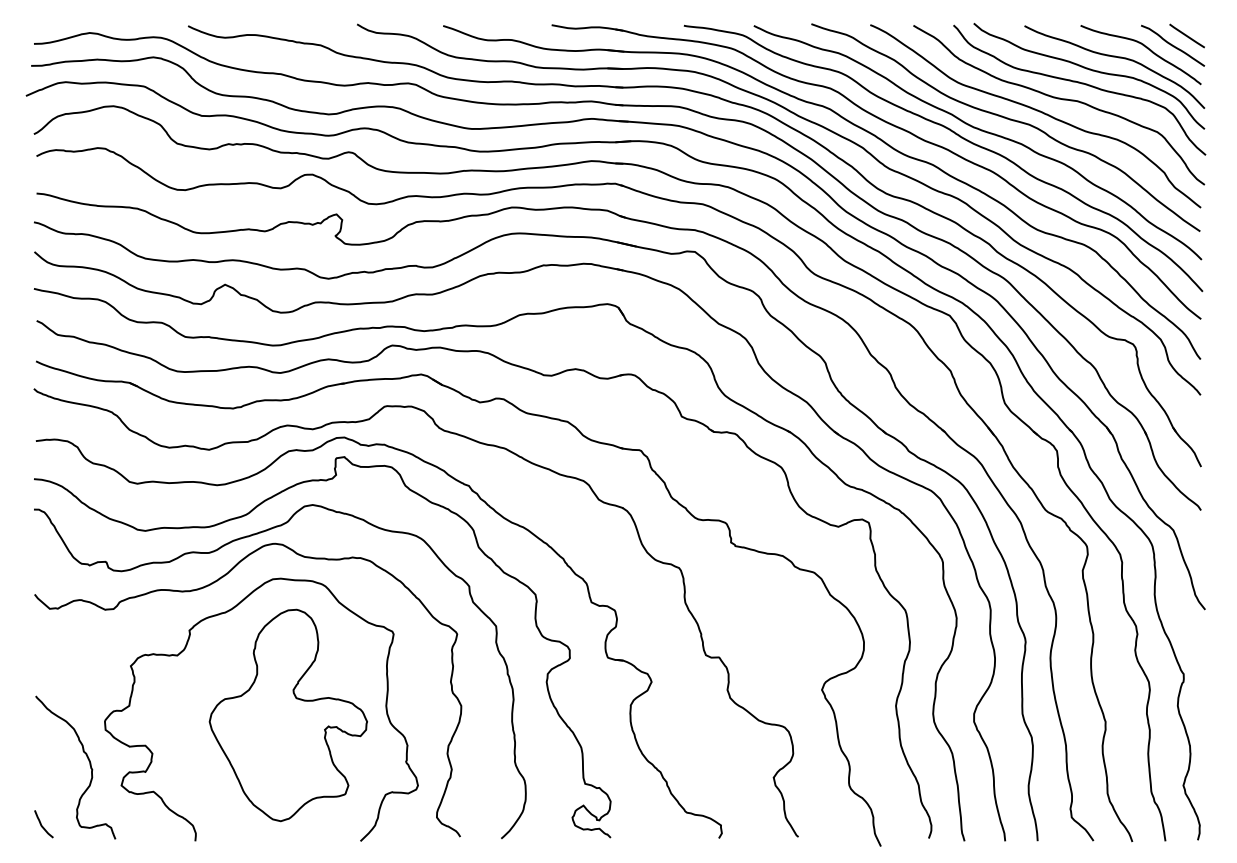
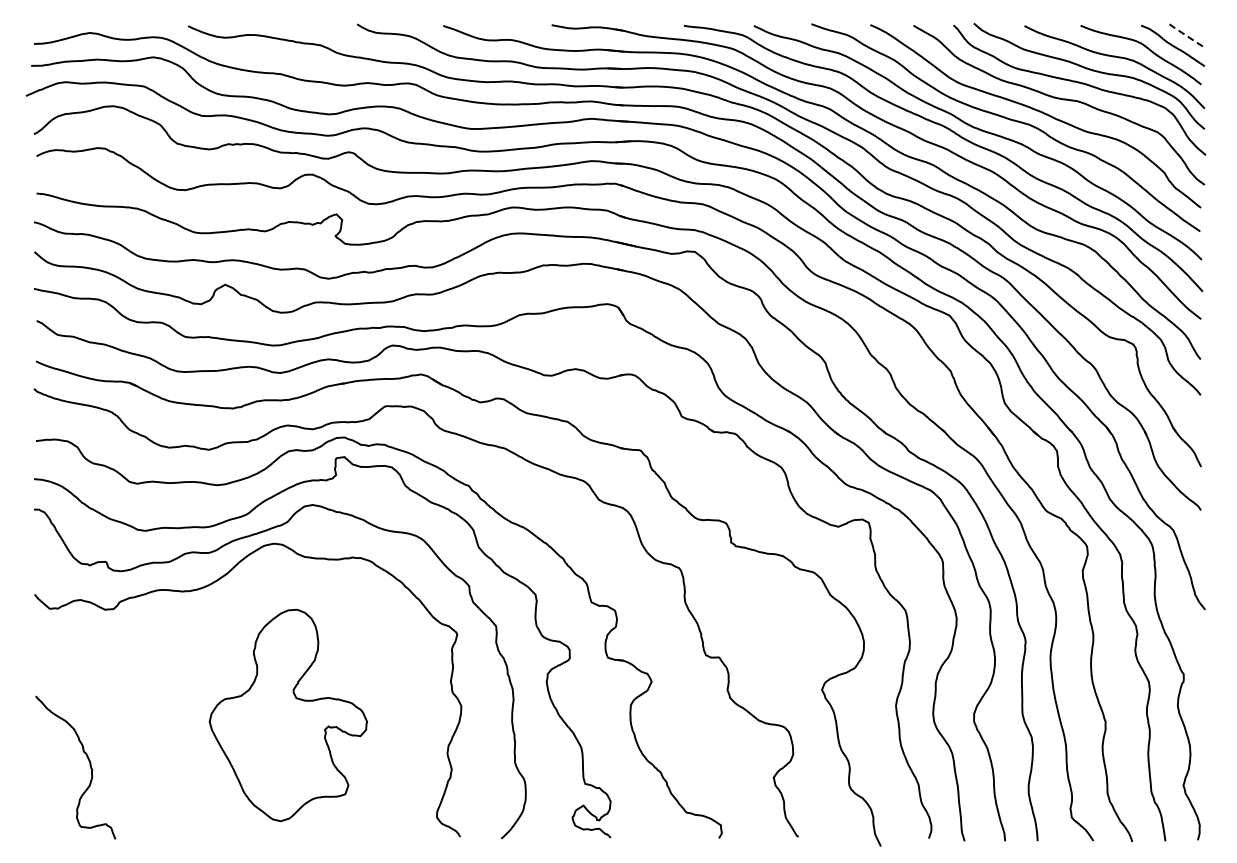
line at (1187, 36): solid -> dashed
curve at (185, 649): present -> none
curve at (42, 825): present -> none
